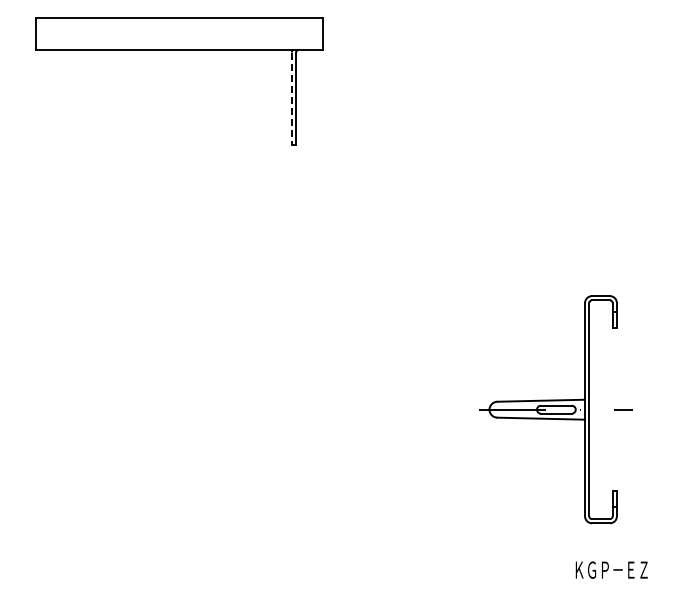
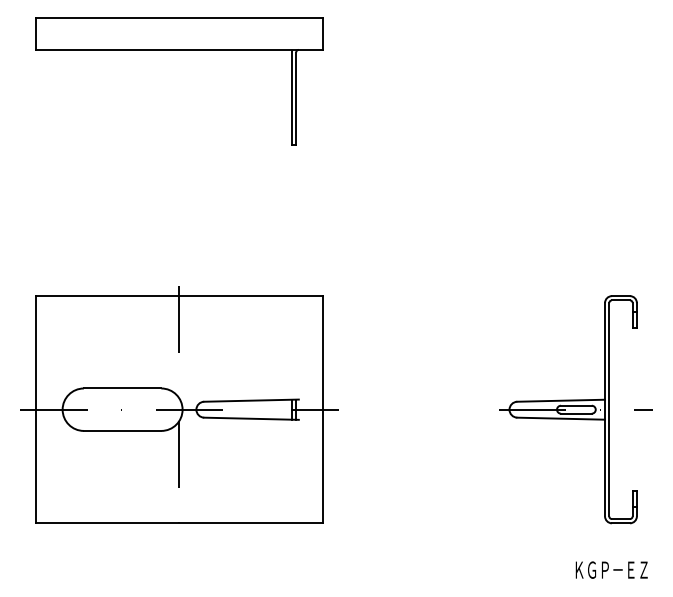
line at (291, 99): dashed -> solid
part at (179, 404): none -> present
part at (555, 409) position: (555, 409) -> (575, 409)
